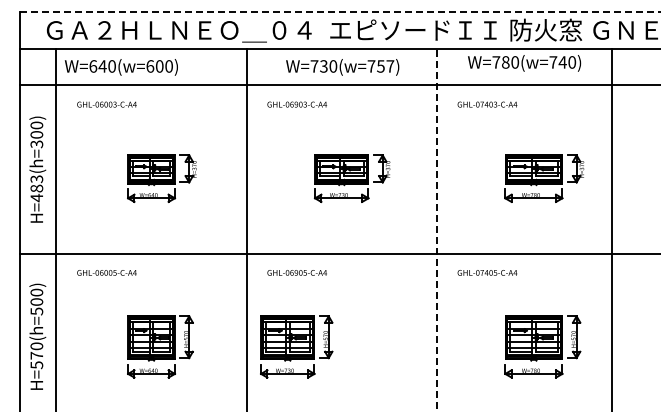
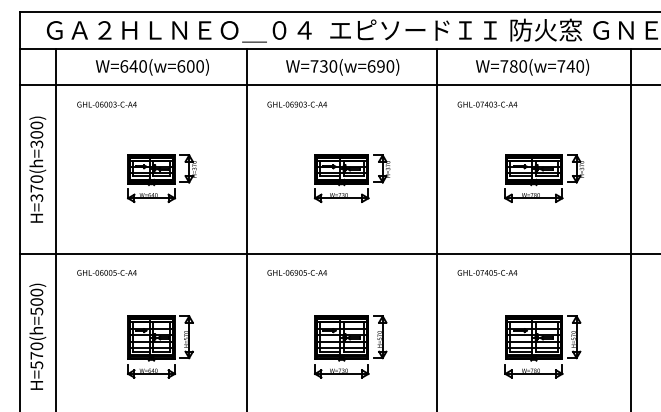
line at (340, 12): dashed -> solid
text at (524, 63) position: (524, 63) -> (532, 67)
text at (380, 66): W=730(w=757) -> W=730(w=690)
text at (120, 67) position: (120, 67) -> (151, 67)
text at (36, 188): H=483(h=300) -> H=370(h=300)
line at (611, 228) position: (611, 228) -> (630, 228)
line at (436, 229): dashed -> solid
part at (296, 346) position: (296, 346) -> (350, 346)
